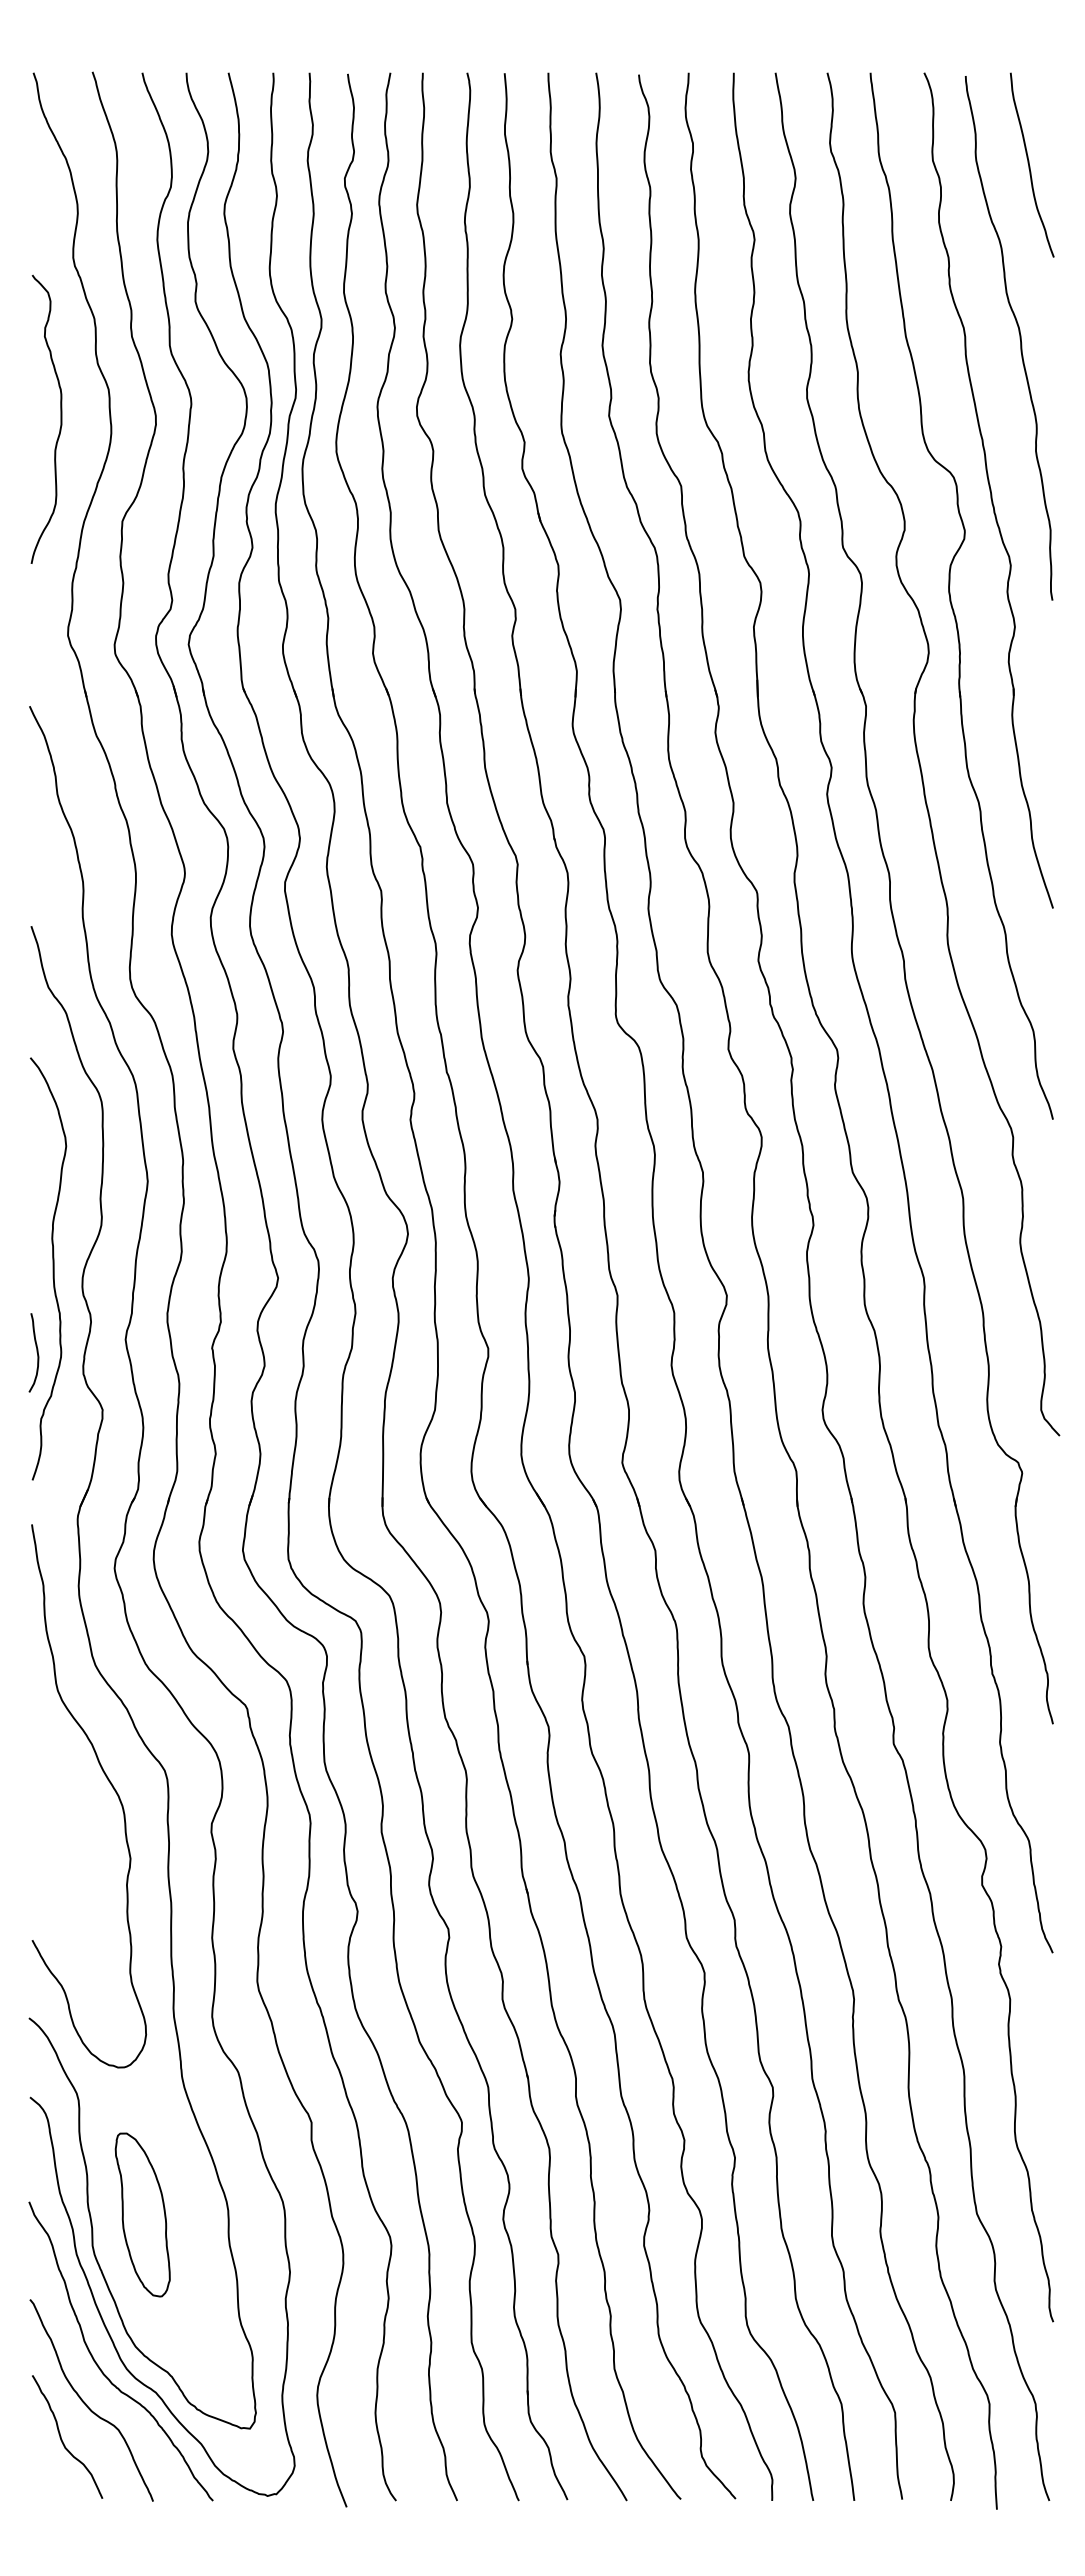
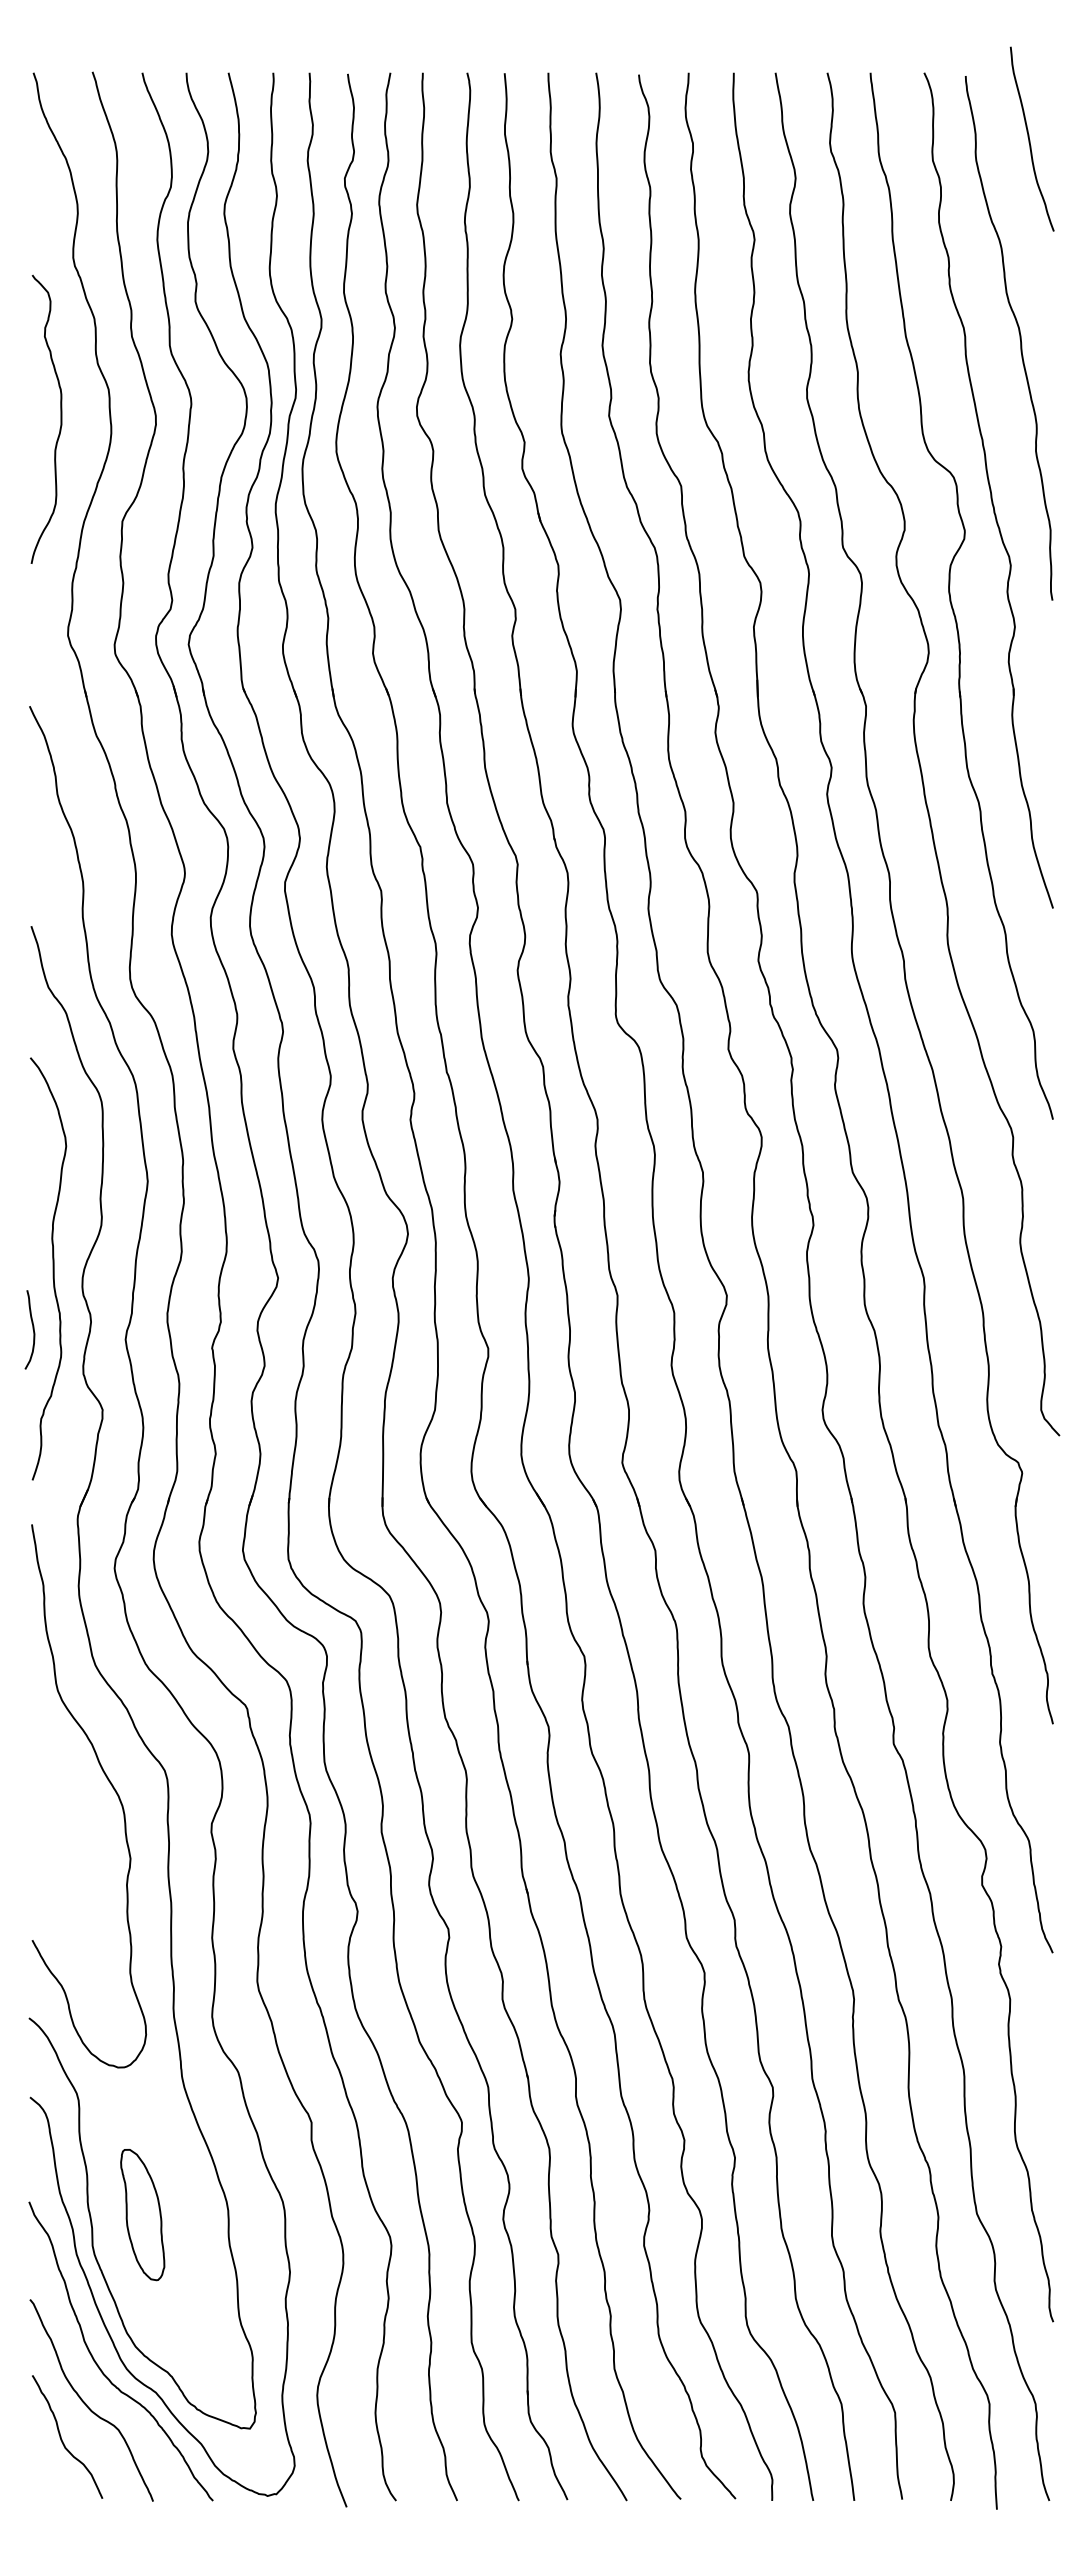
curve at (1029, 164) position: (1029, 164) -> (1029, 138)
curve at (36, 1352) position: (36, 1352) -> (32, 1329)
part at (142, 2214) size: 57x166 px -> 46x133 px
